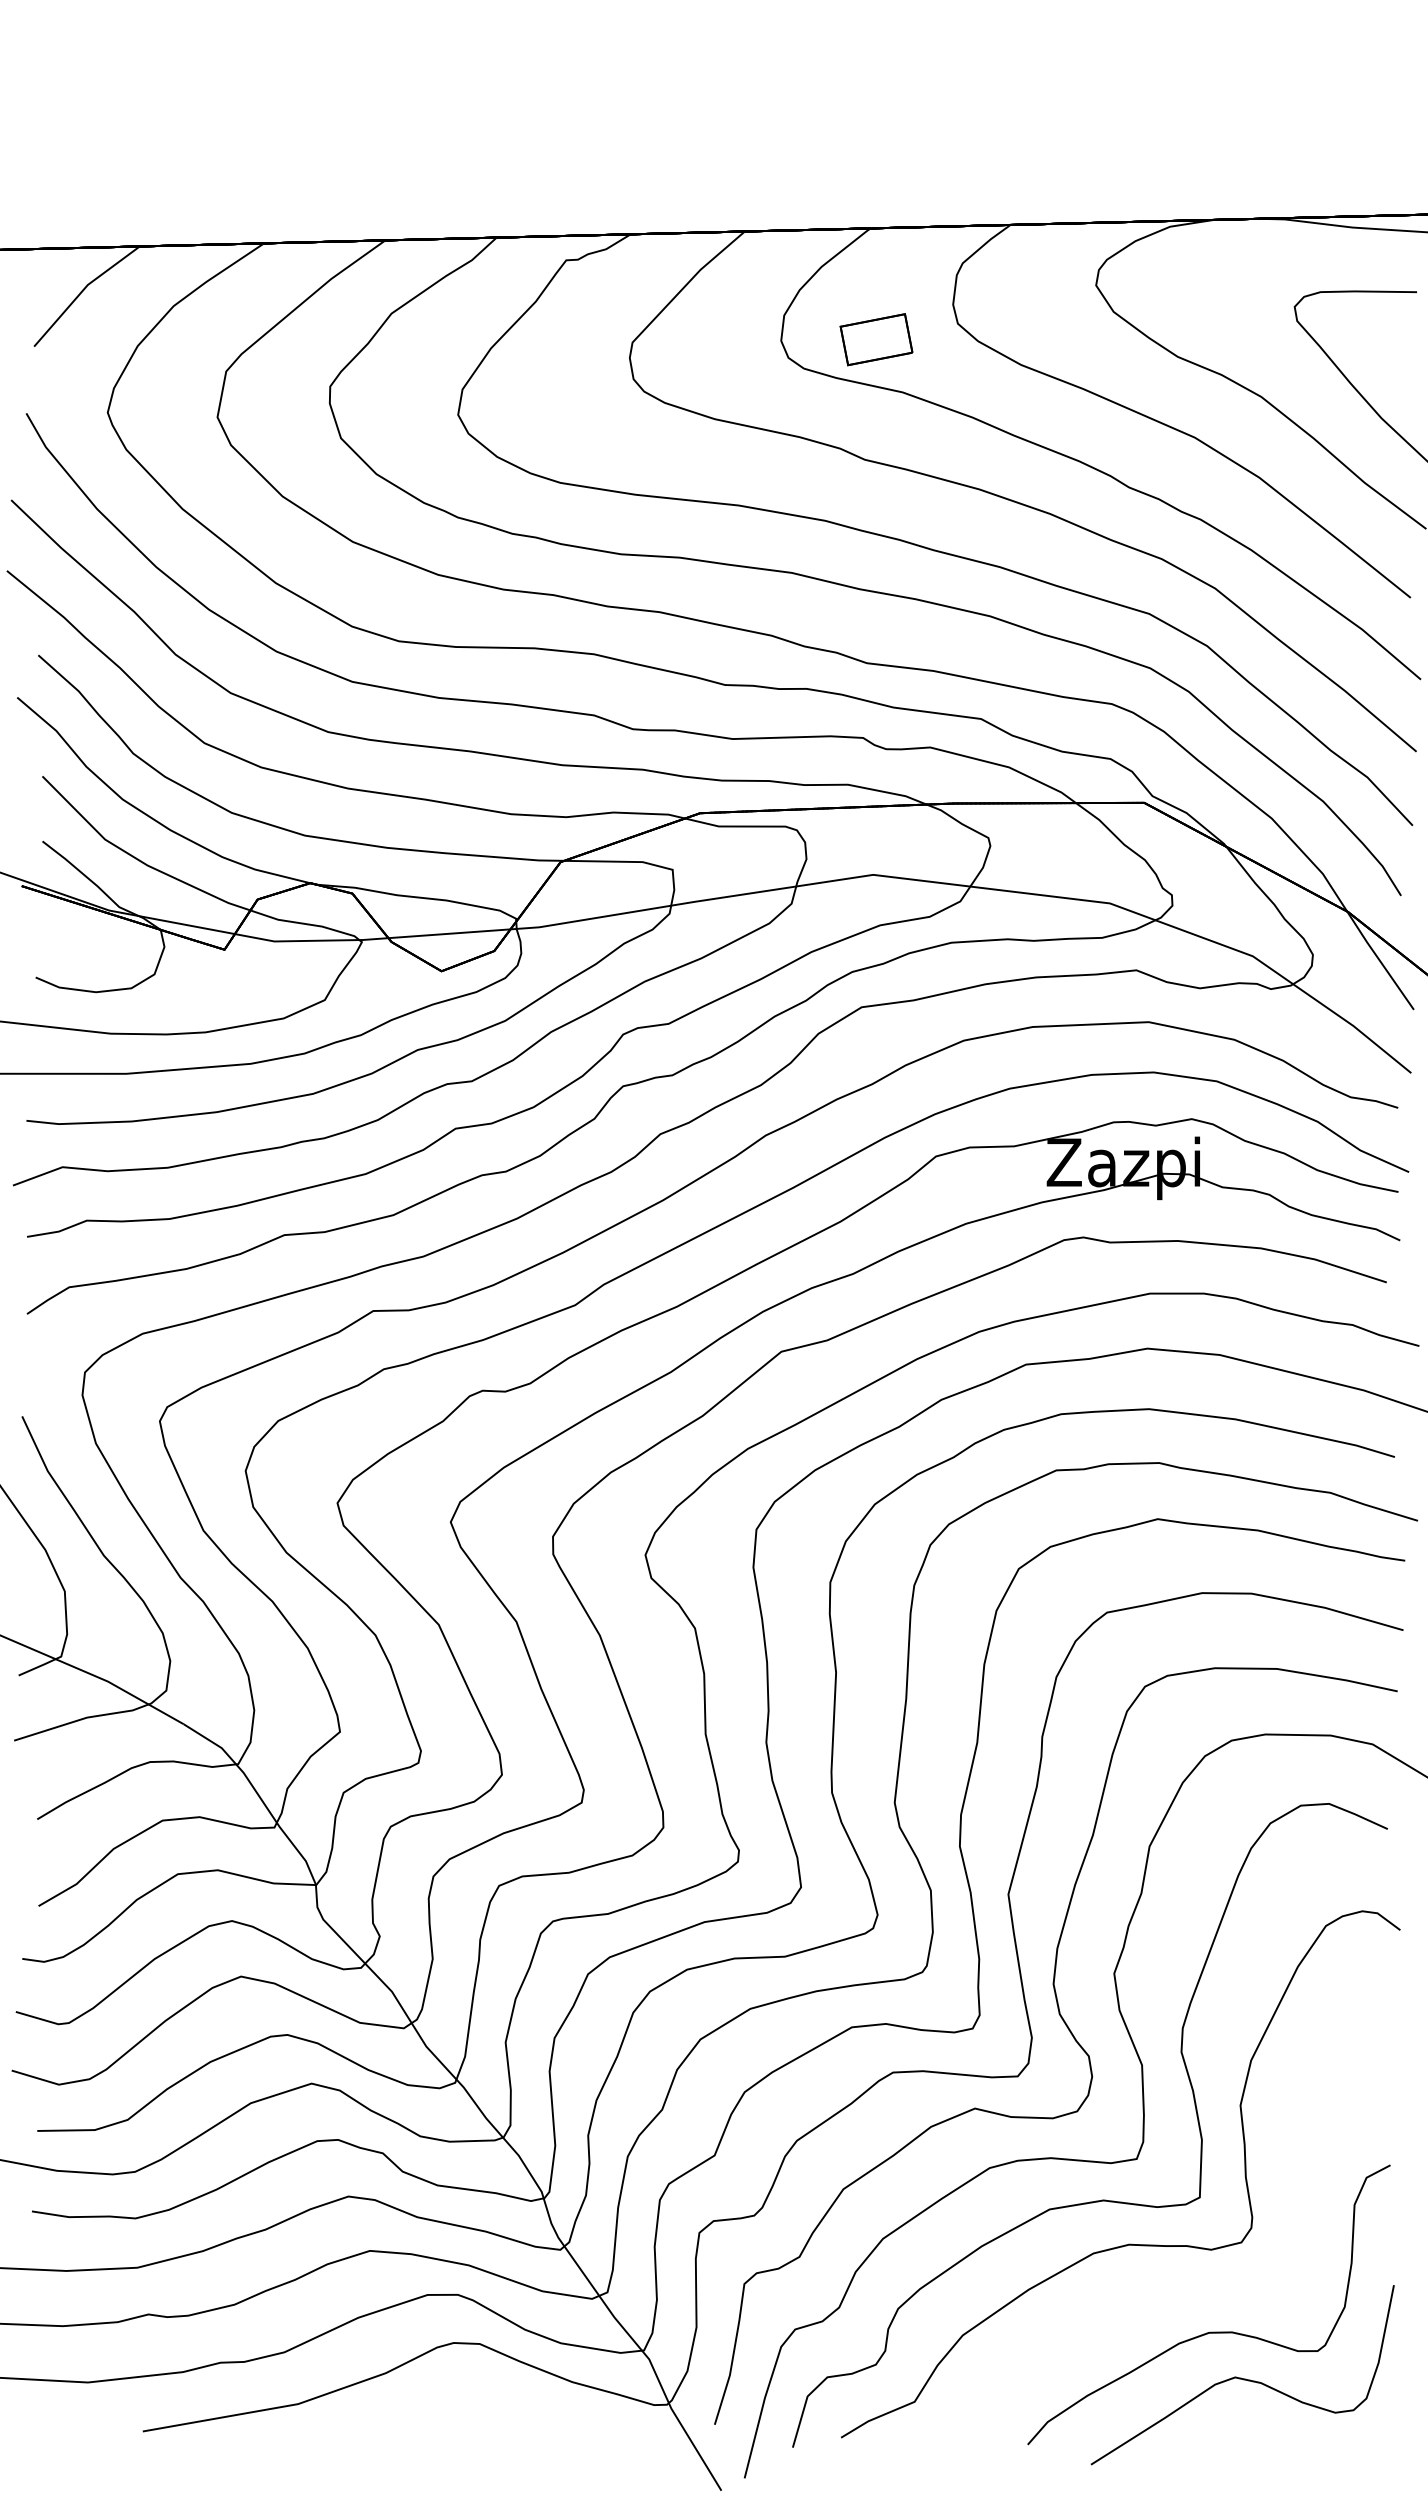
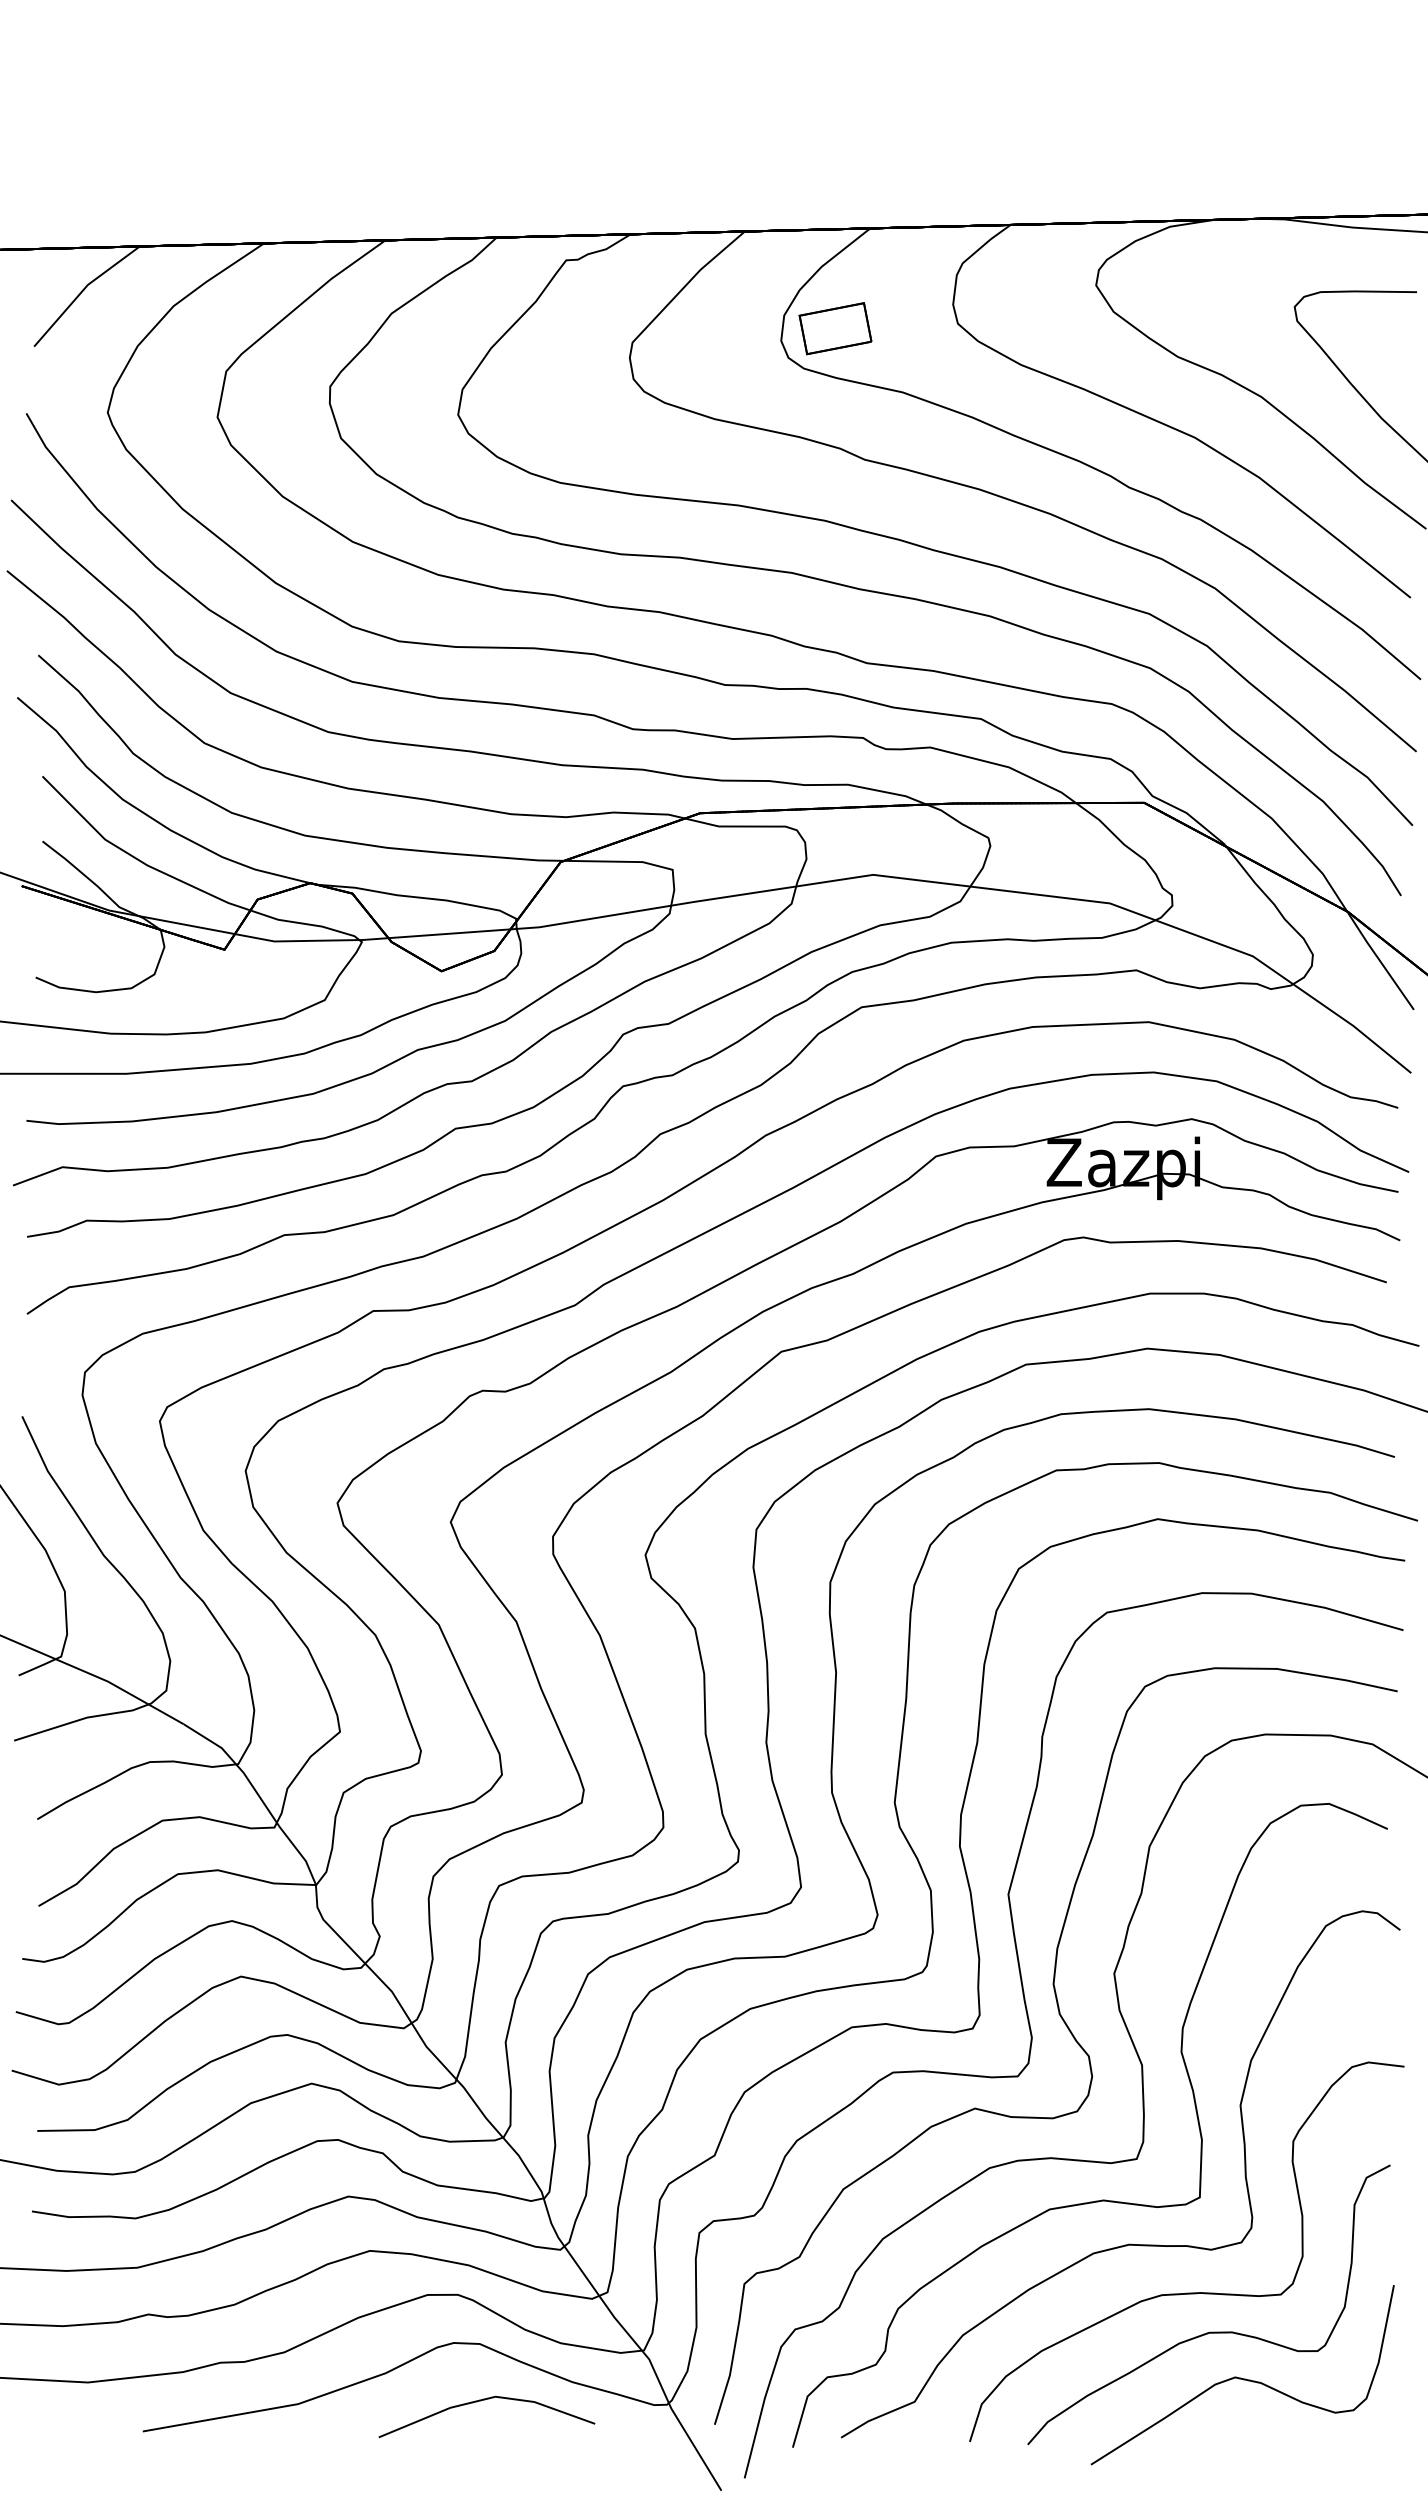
part at (876, 339) position: (876, 339) -> (835, 328)
curve at (1186, 2292): none -> present
line at (481, 2401): none -> present
